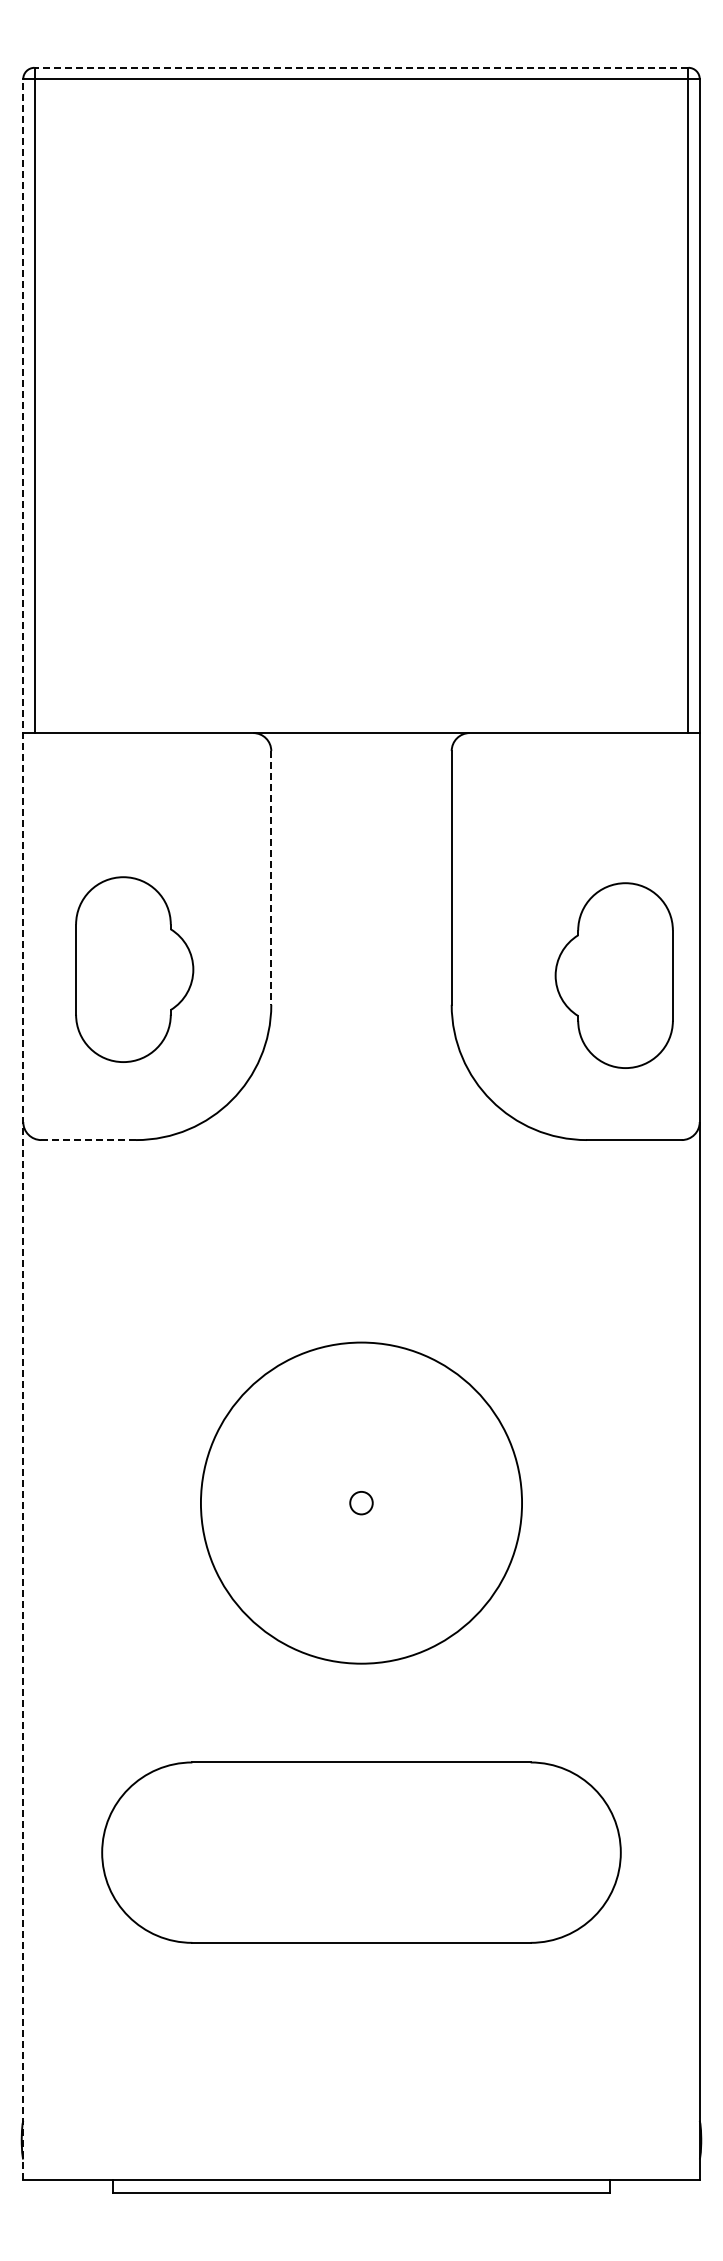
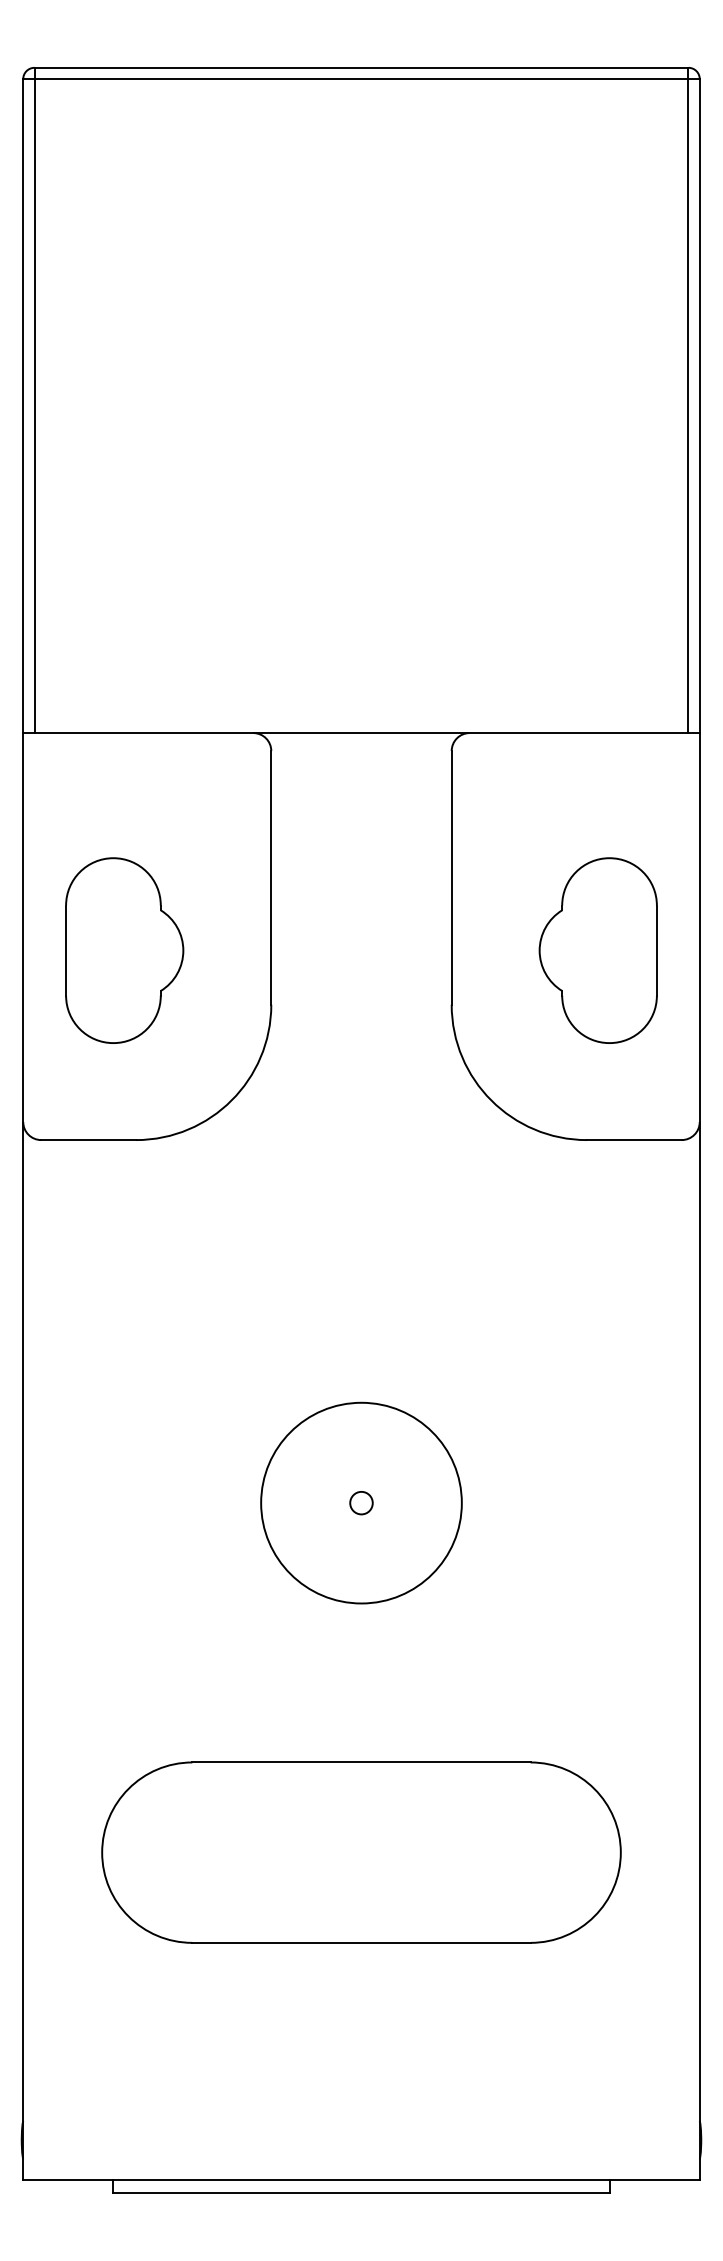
line at (361, 67): dashed -> solid
line at (271, 877): dashed -> solid
part at (134, 969) position: (134, 969) -> (124, 950)
part at (613, 975) position: (613, 975) -> (597, 950)
line at (23, 1128): dashed -> solid
line at (88, 1140): dashed -> solid
circle at (361, 1502) diameter: 321 px -> 201 px
